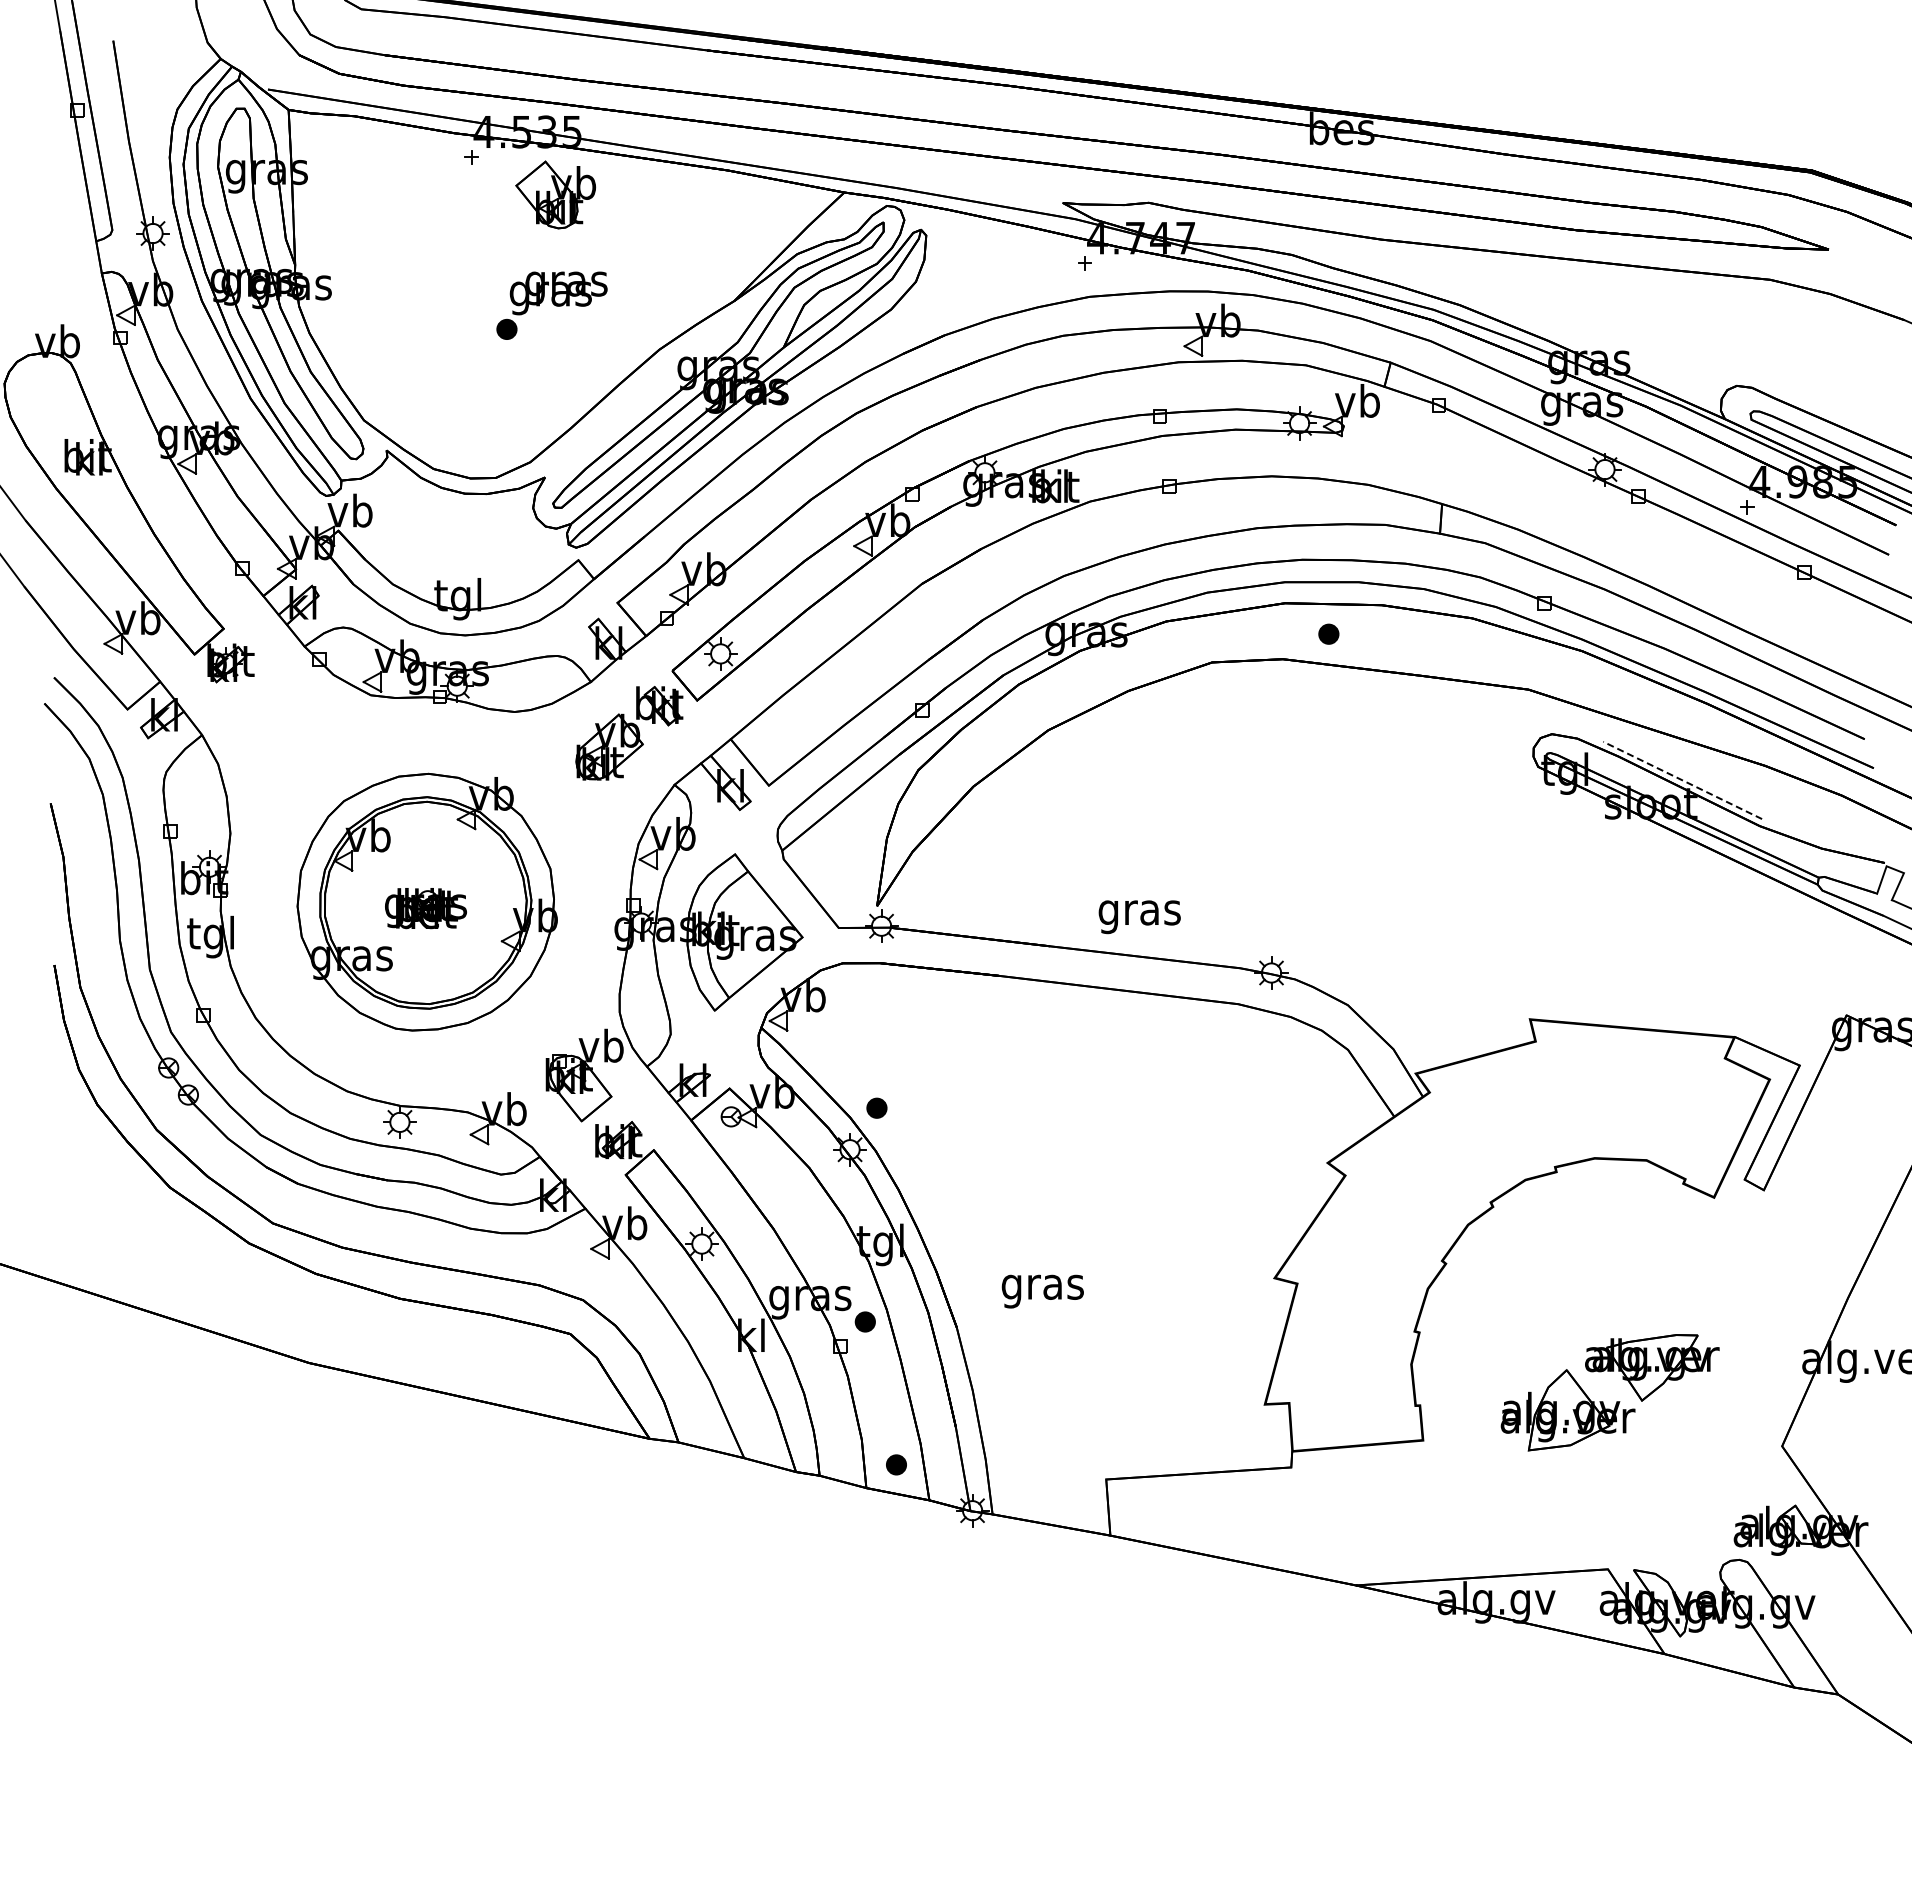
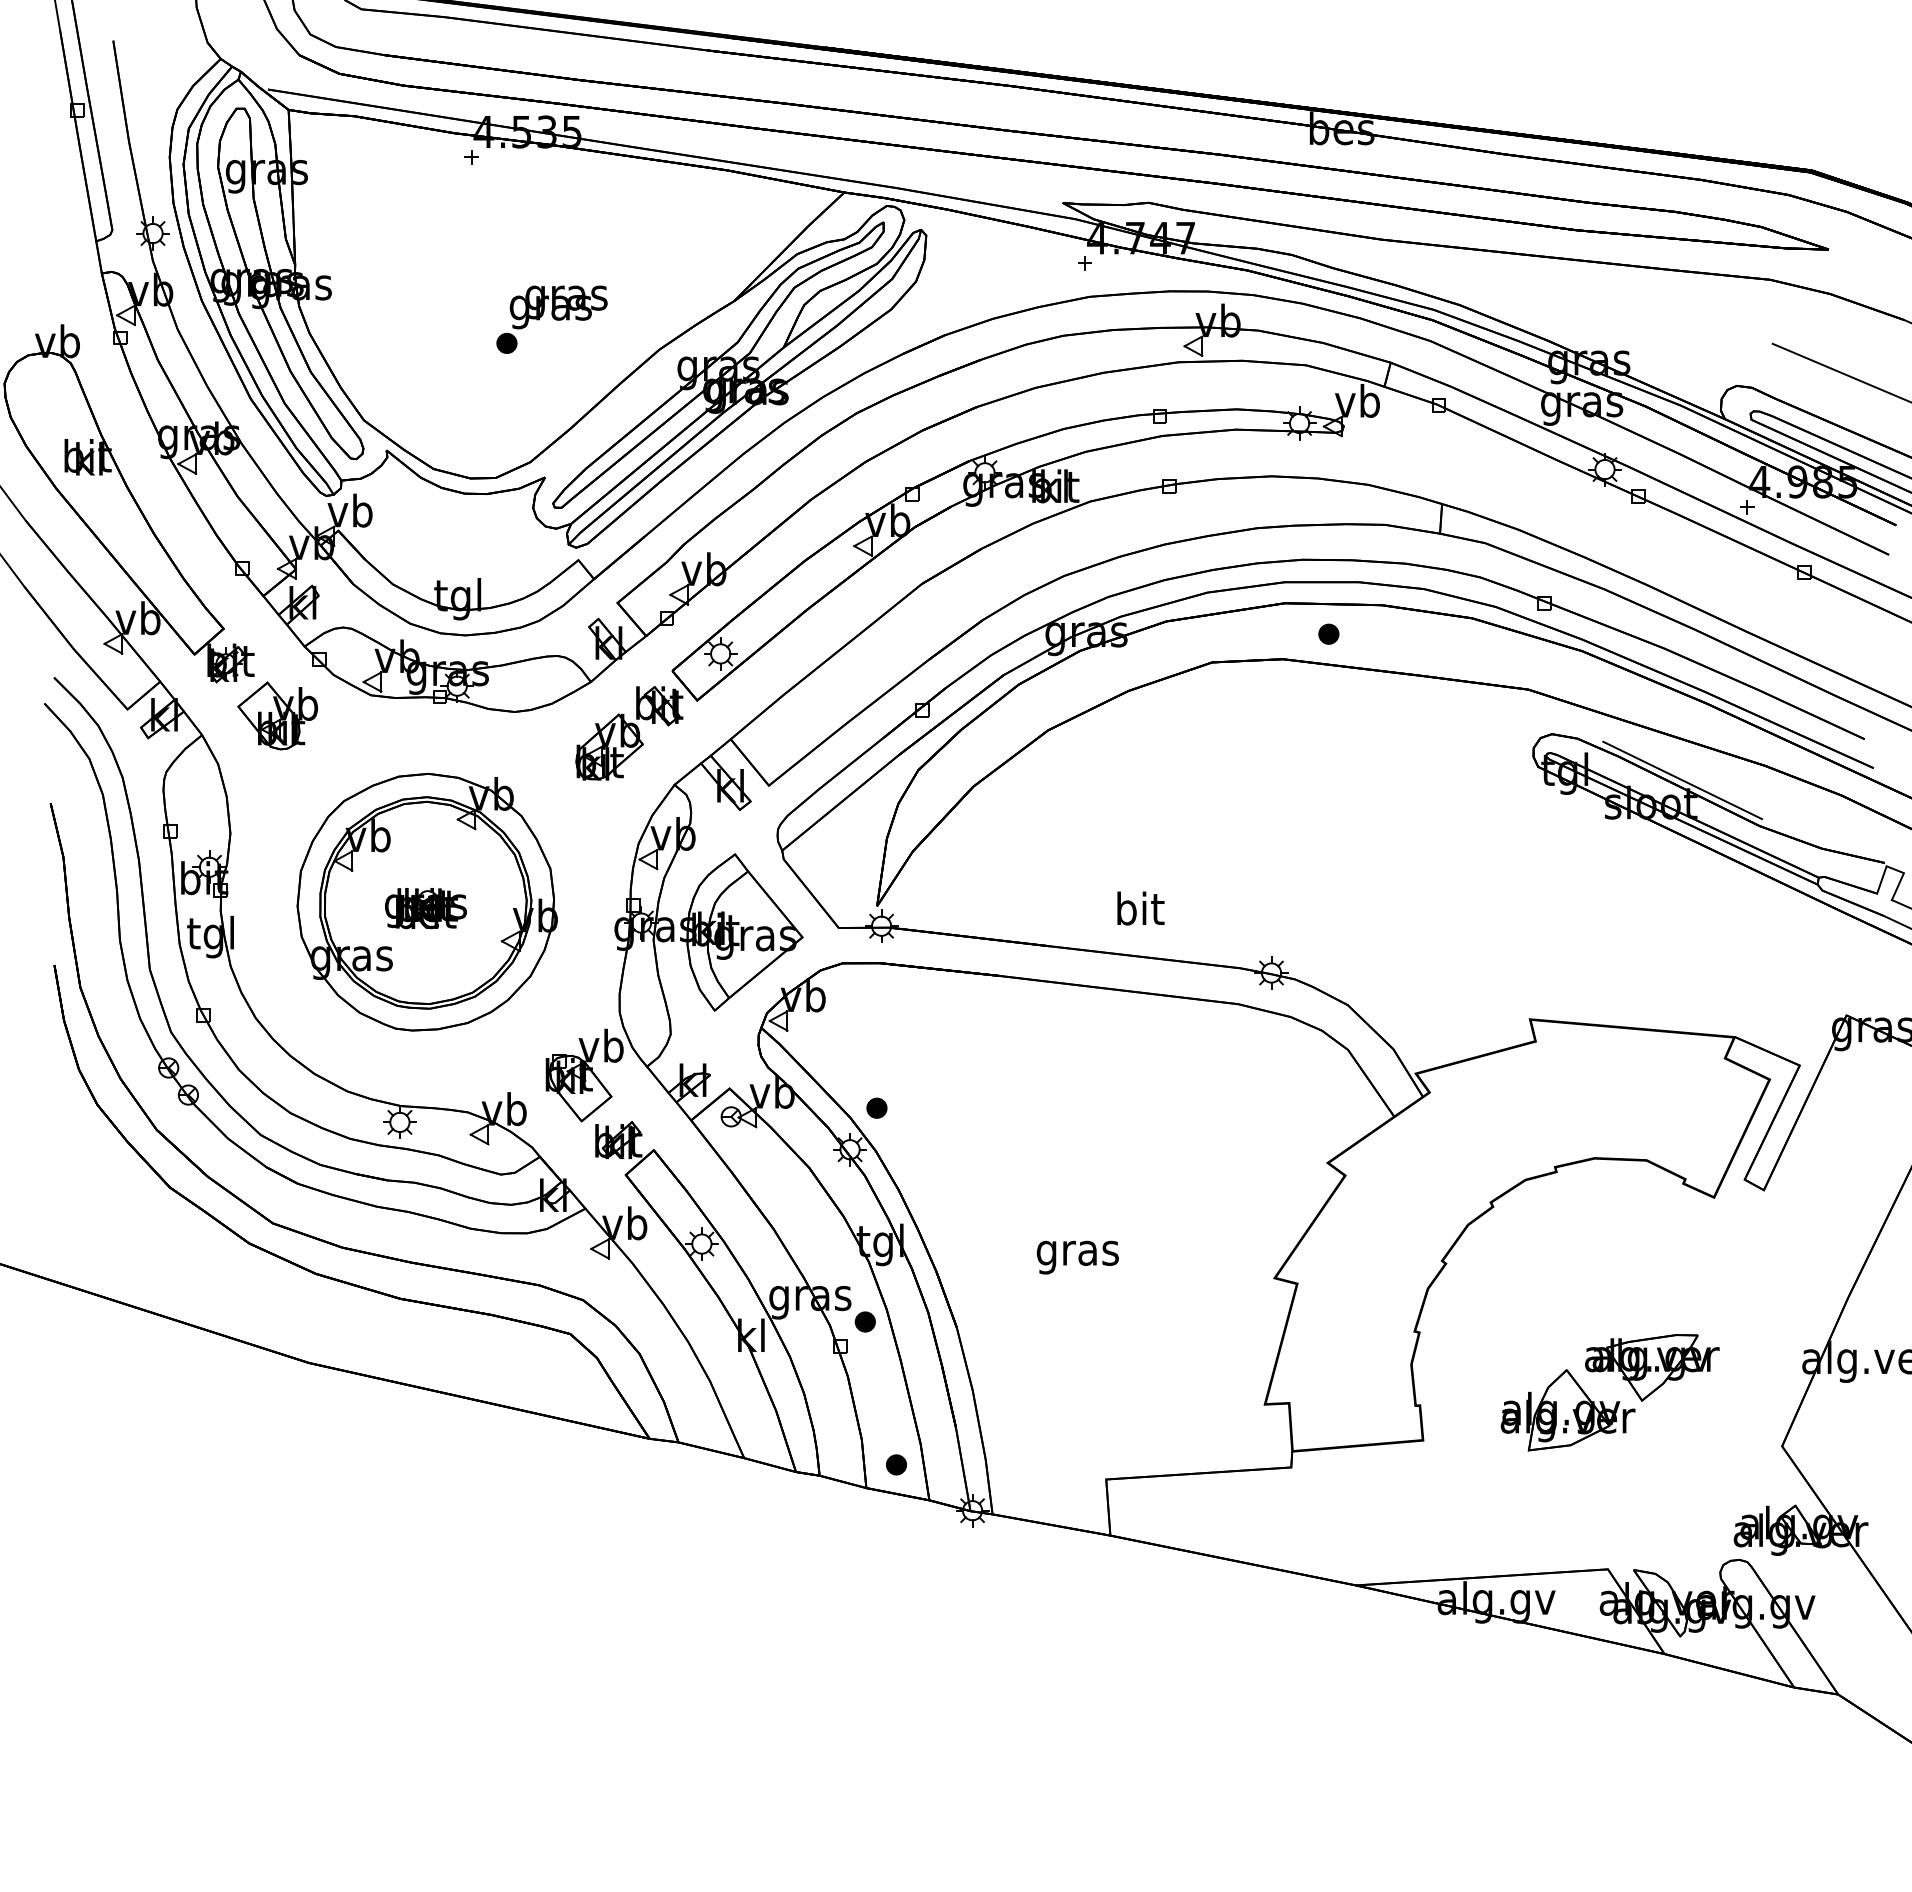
part at (555, 194) position: (555, 194) -> (277, 715)
part at (551, 305) position: (551, 305) -> (551, 319)
line at (1840, 372): none -> present
line at (1682, 780): dashed -> solid
text at (1139, 912): gras -> bit
text at (1042, 1291) position: (1042, 1291) -> (1077, 1257)
